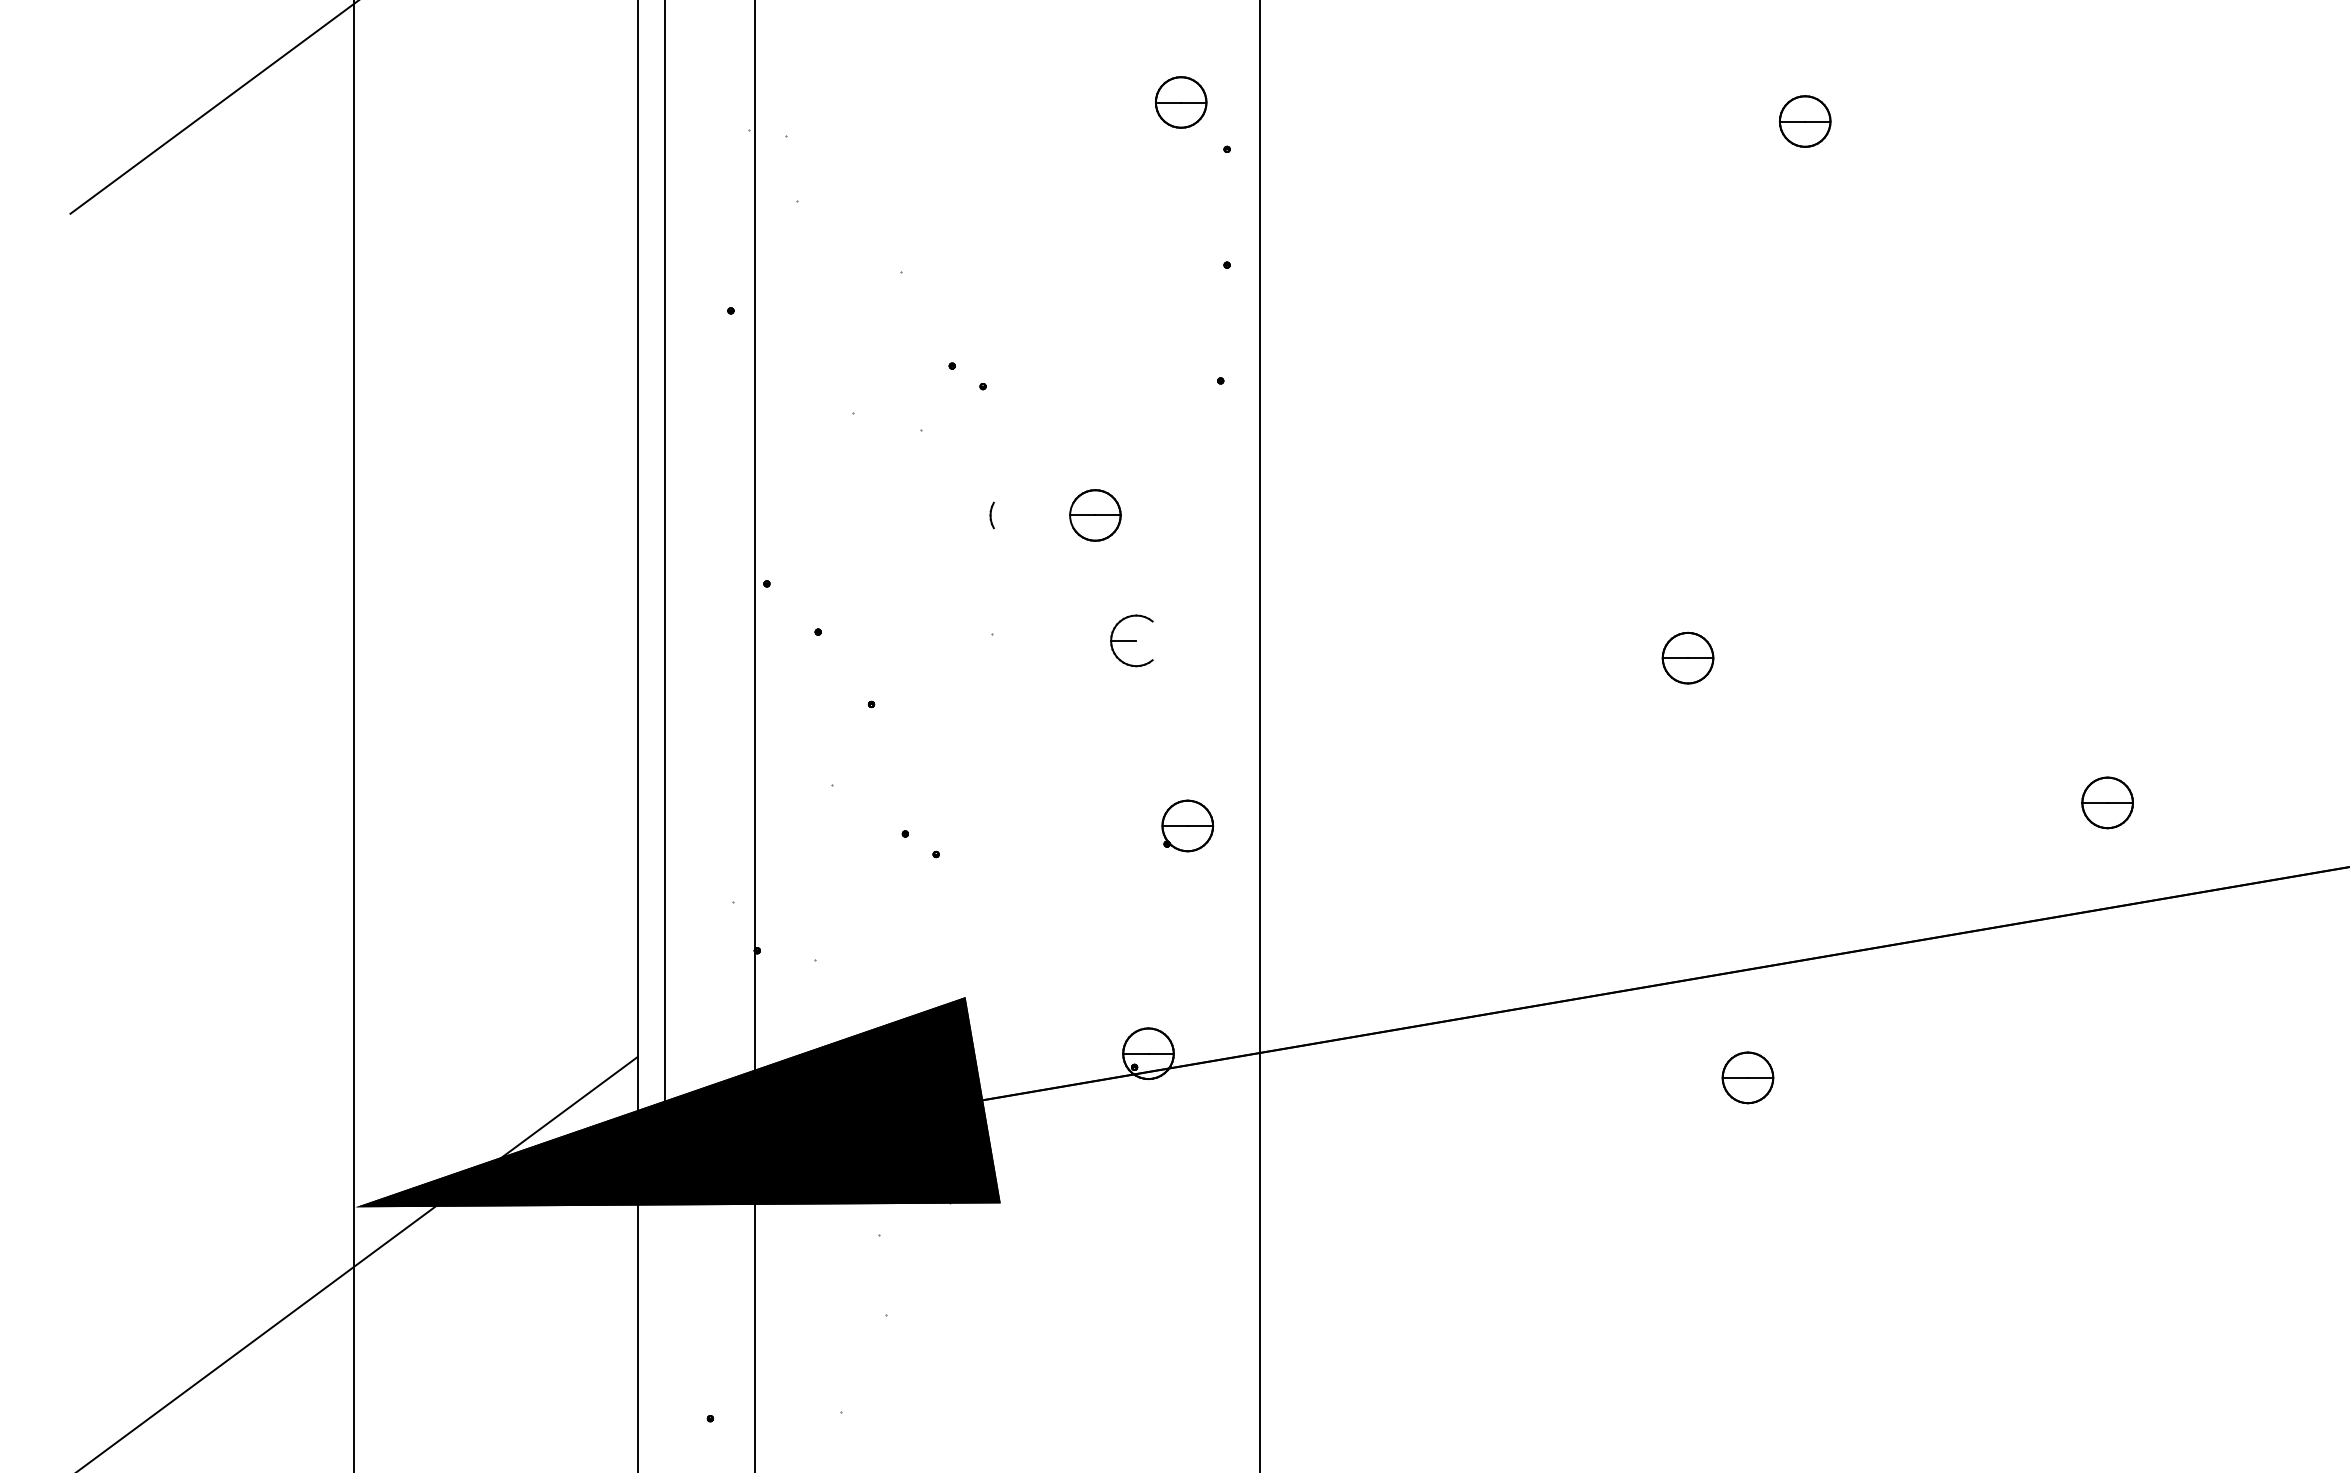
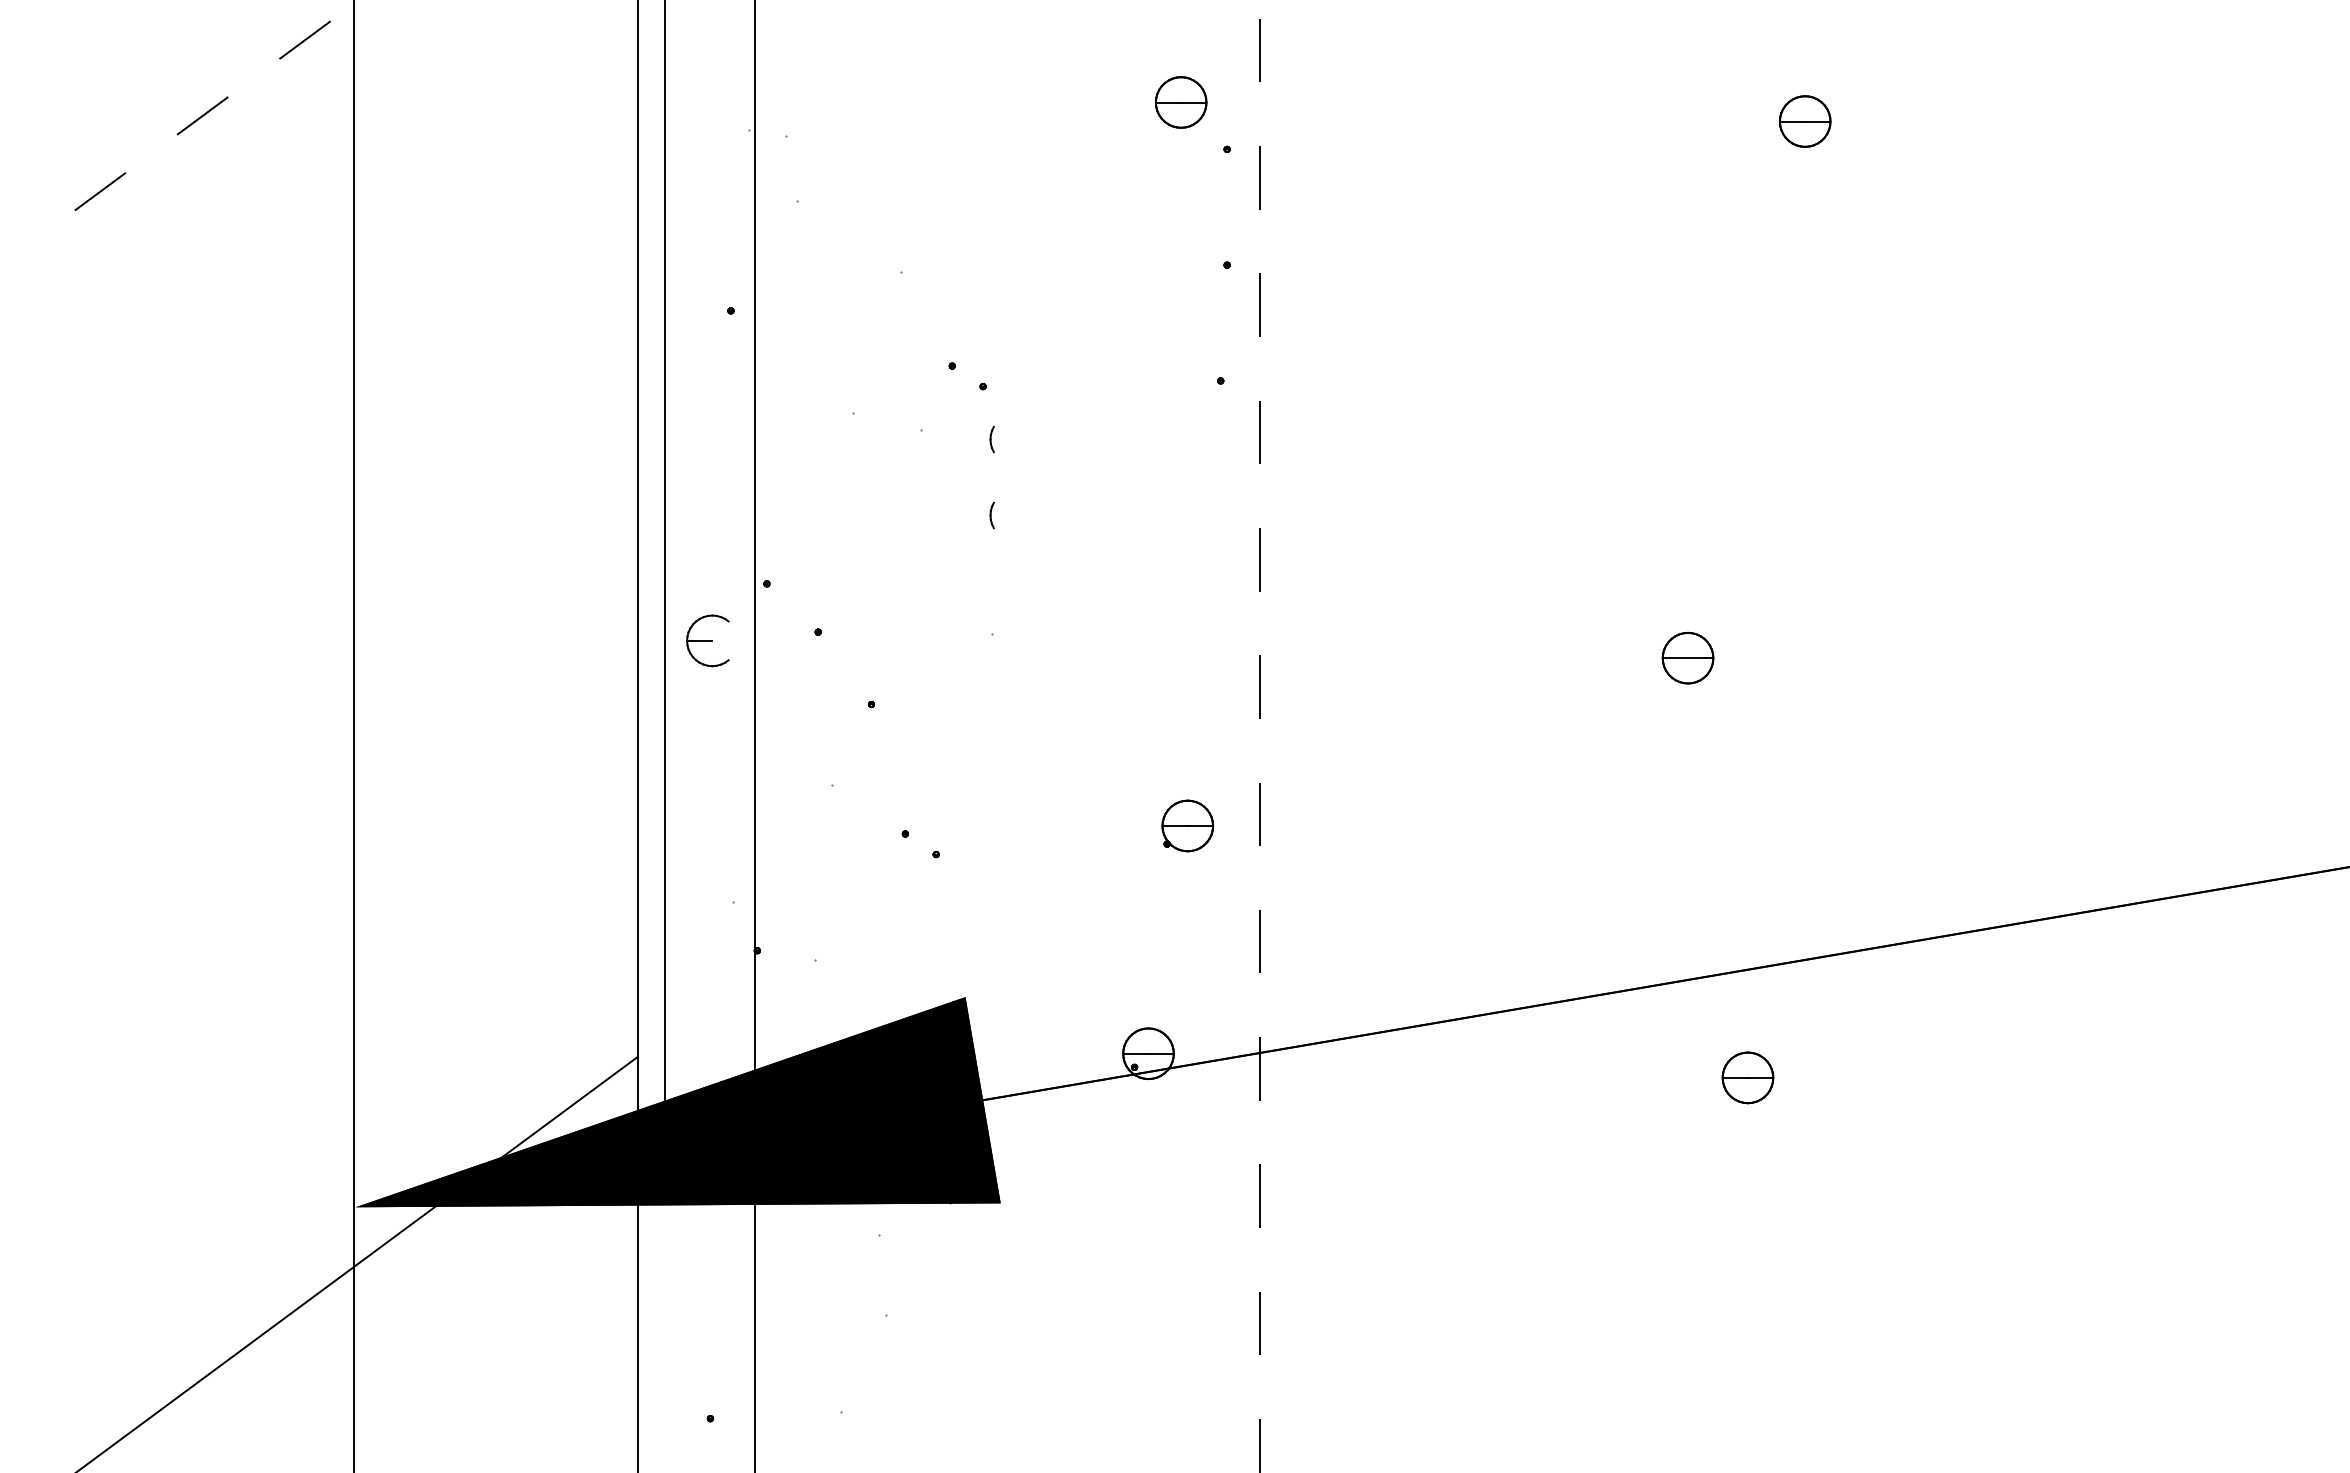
line at (214, 107): solid -> dashed
part at (991, 439): none -> present
part at (1095, 515): present -> none
part at (1131, 640) position: (1131, 640) -> (707, 640)
line at (1260, 736): solid -> dashed
part at (2107, 802): present -> none
